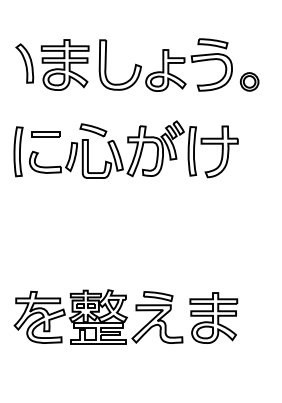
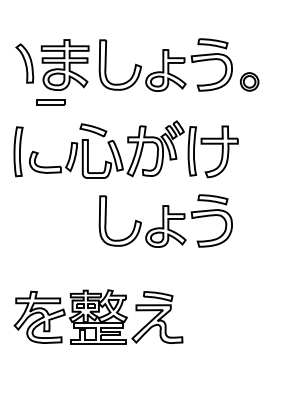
part at (45, 134) position: (45, 134) -> (50, 102)
part at (165, 220): none -> present
part at (213, 317): present -> none
